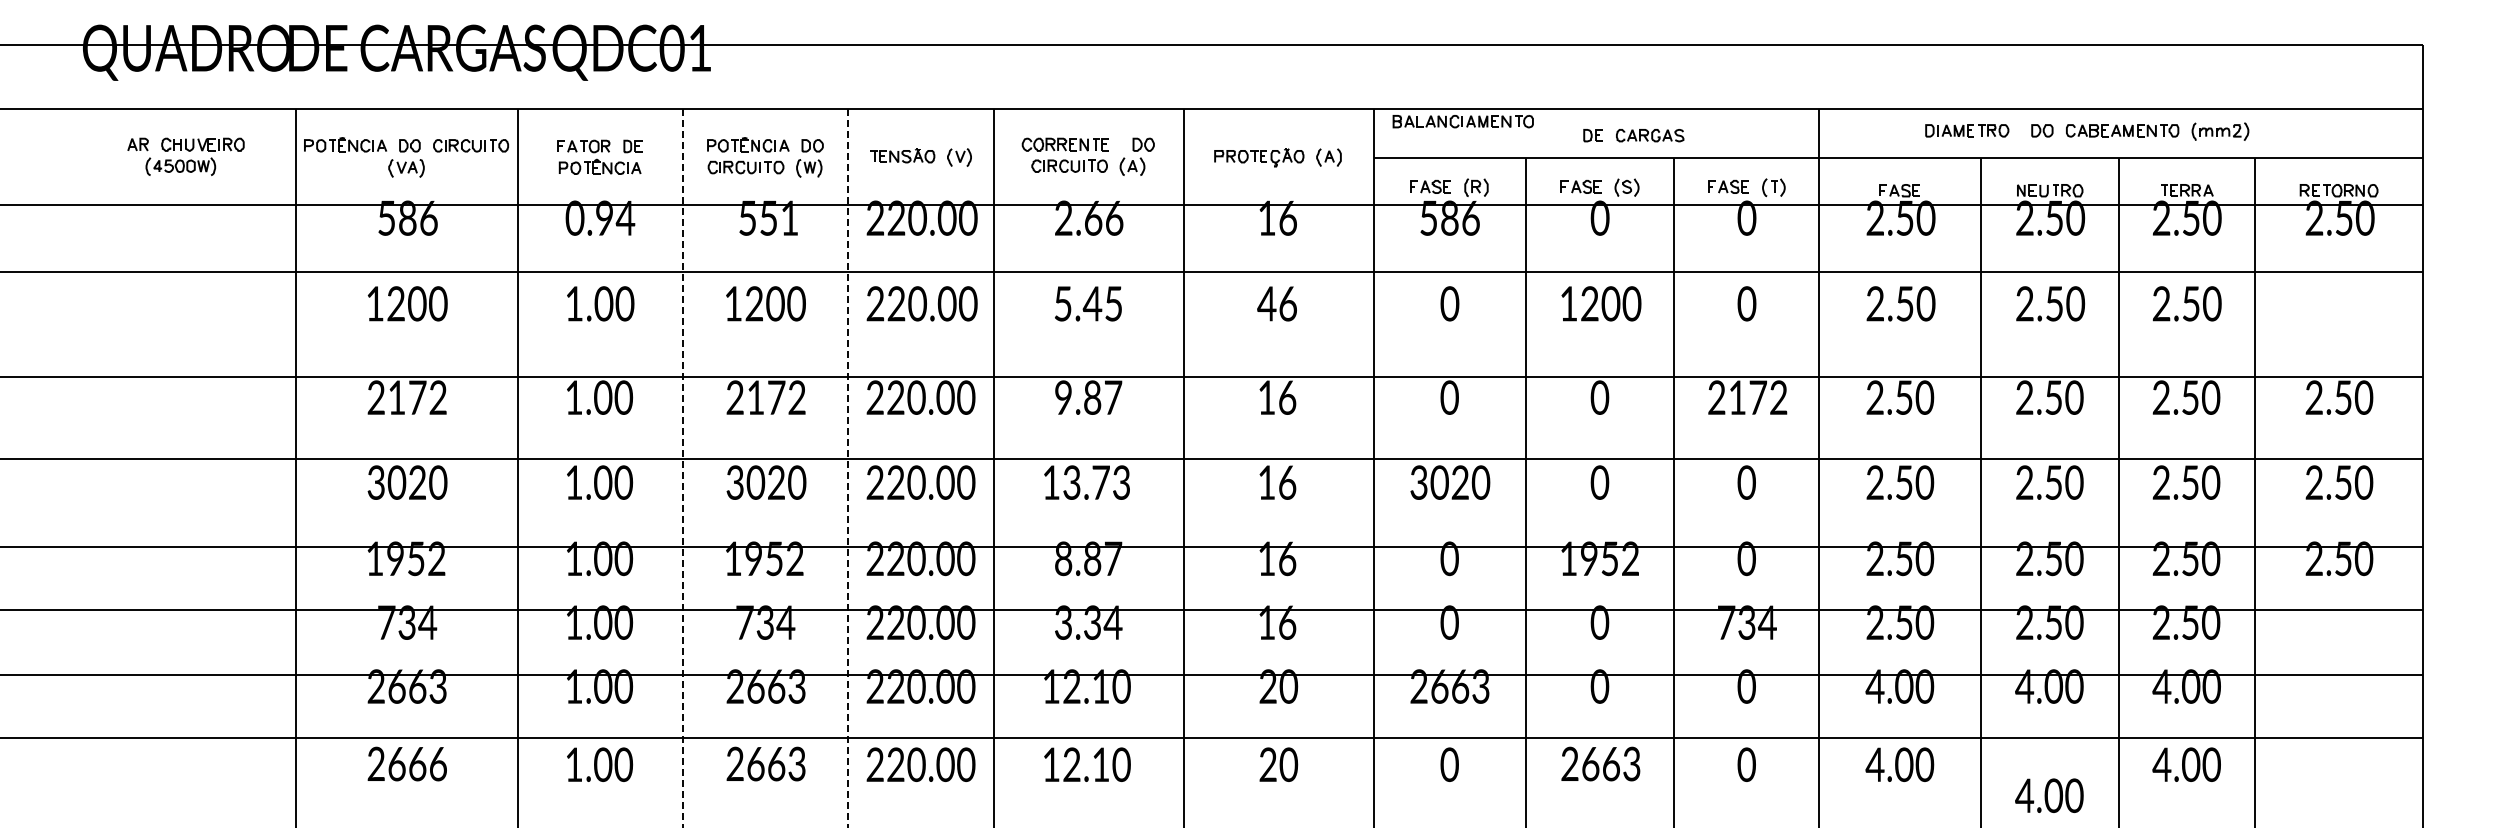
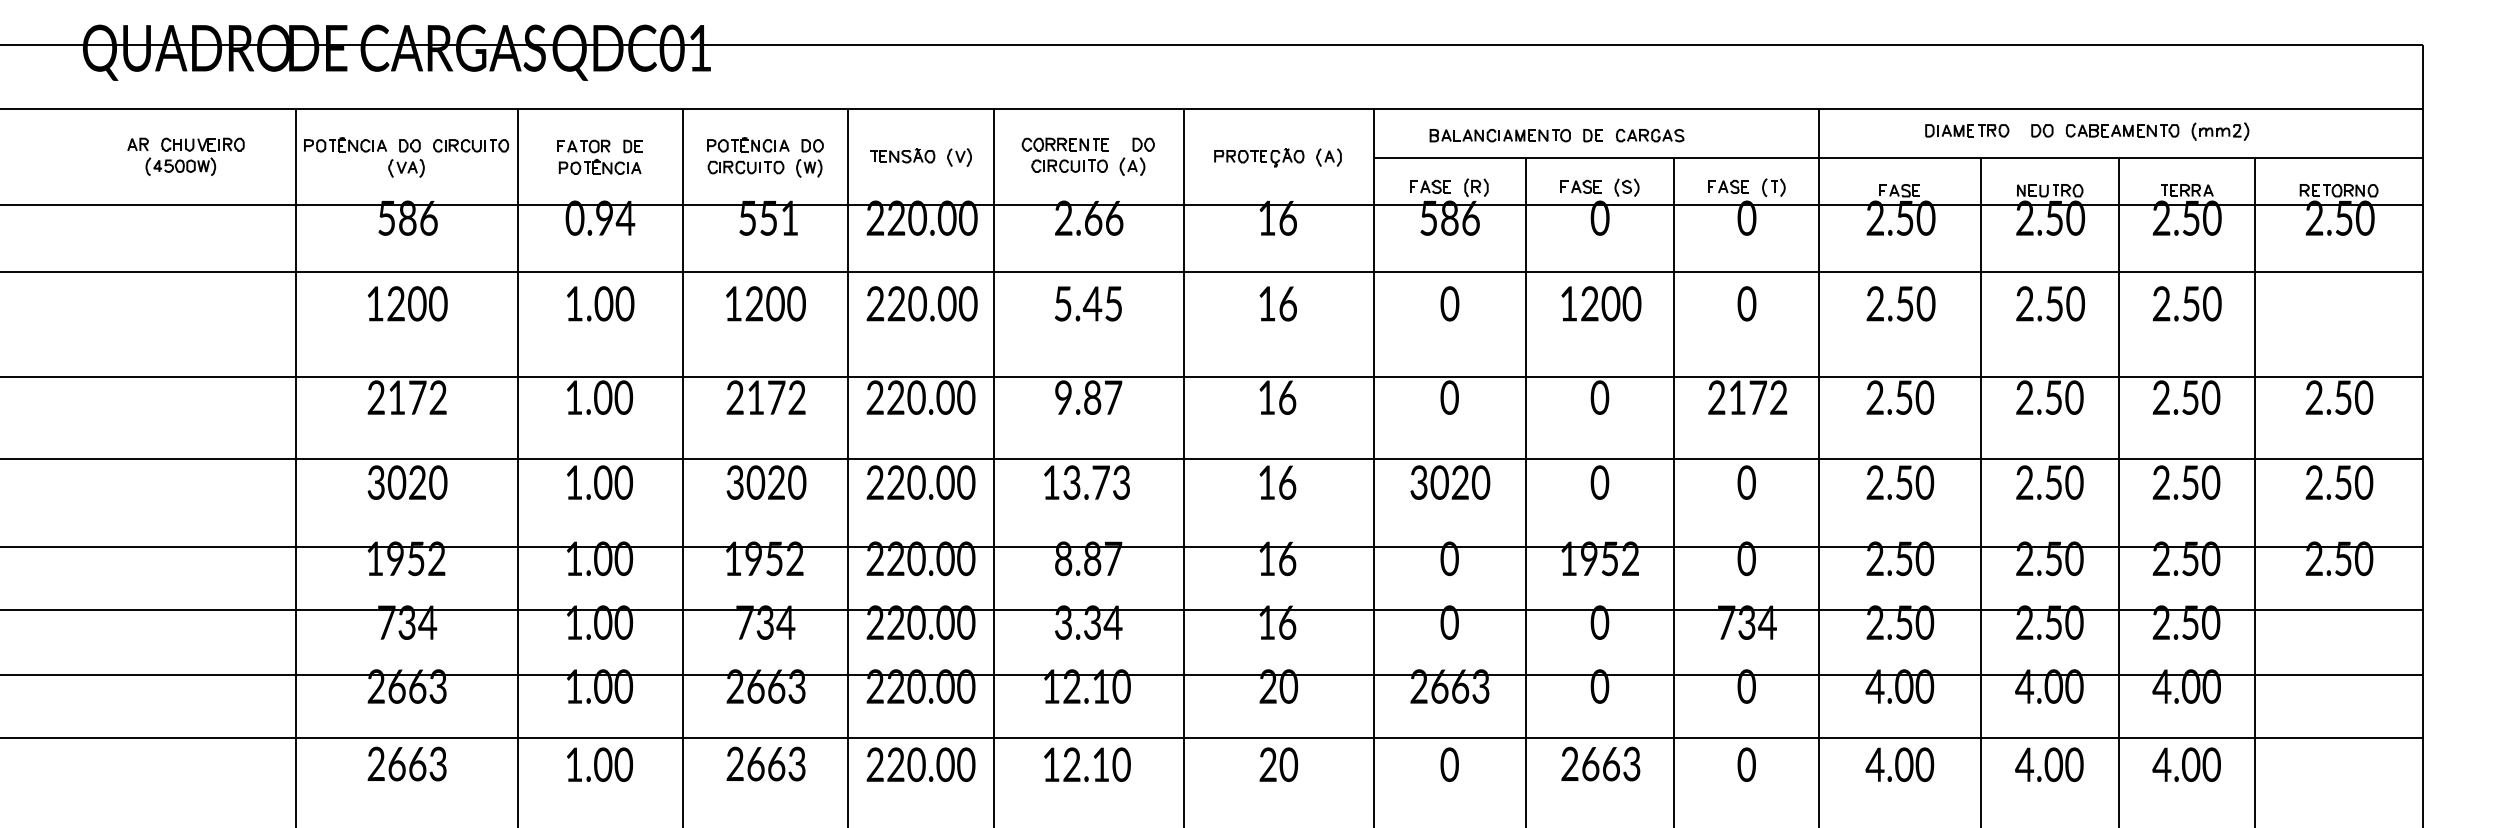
part at (1462, 121) position: (1462, 121) -> (1499, 135)
text at (1266, 303): 46 -> 16
line at (682, 468): dashed -> solid
line at (848, 468): dashed -> solid
text at (437, 763): 2666 -> 2663
text at (2049, 795) position: (2049, 795) -> (2049, 764)
